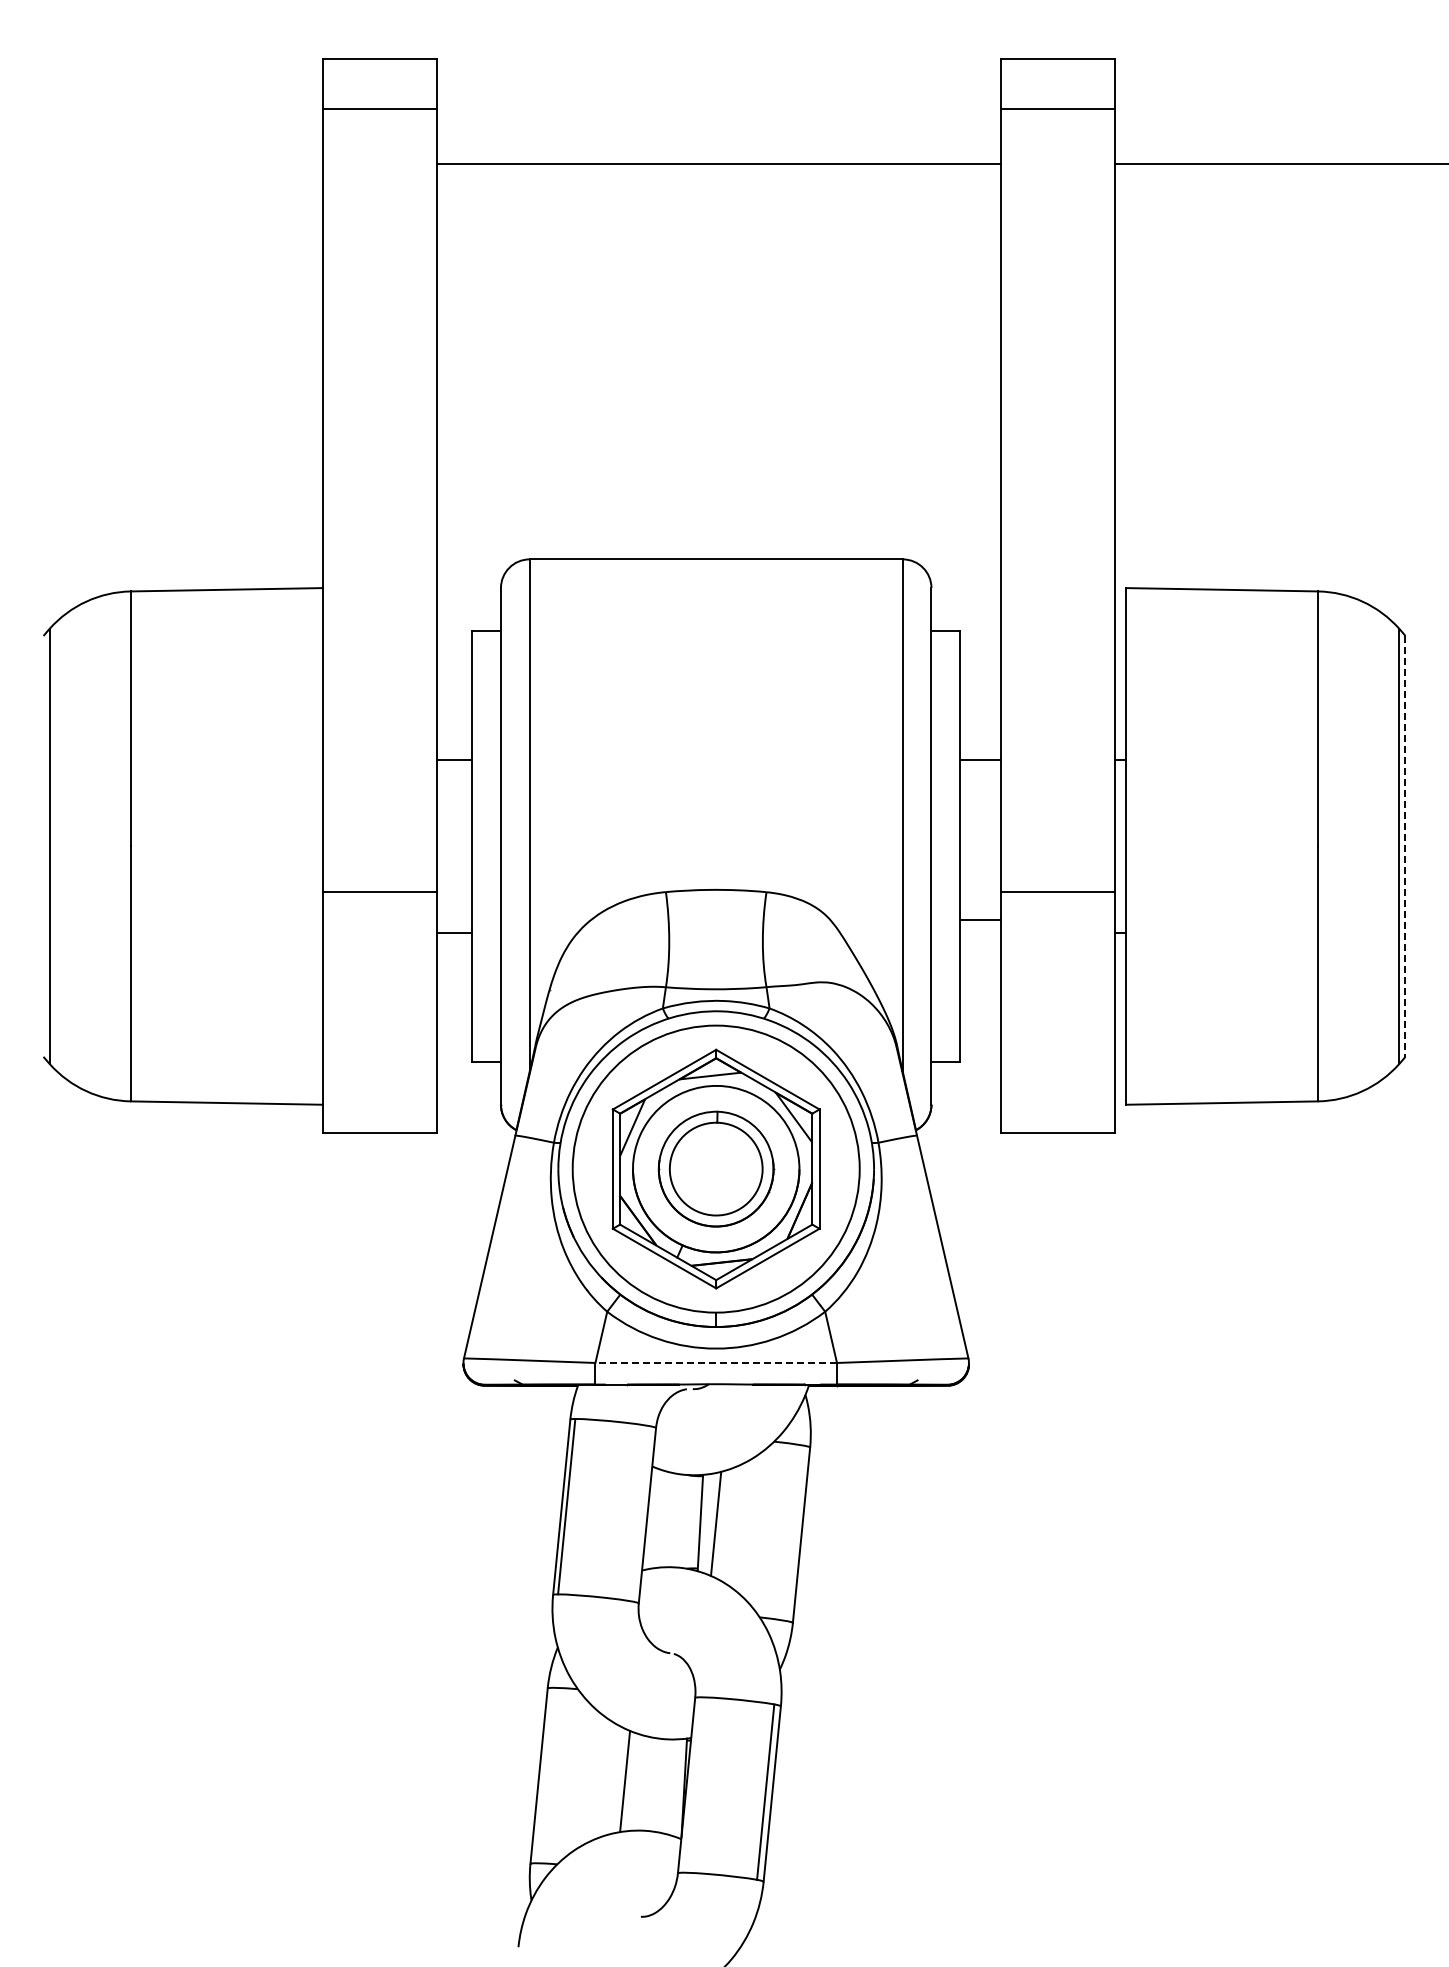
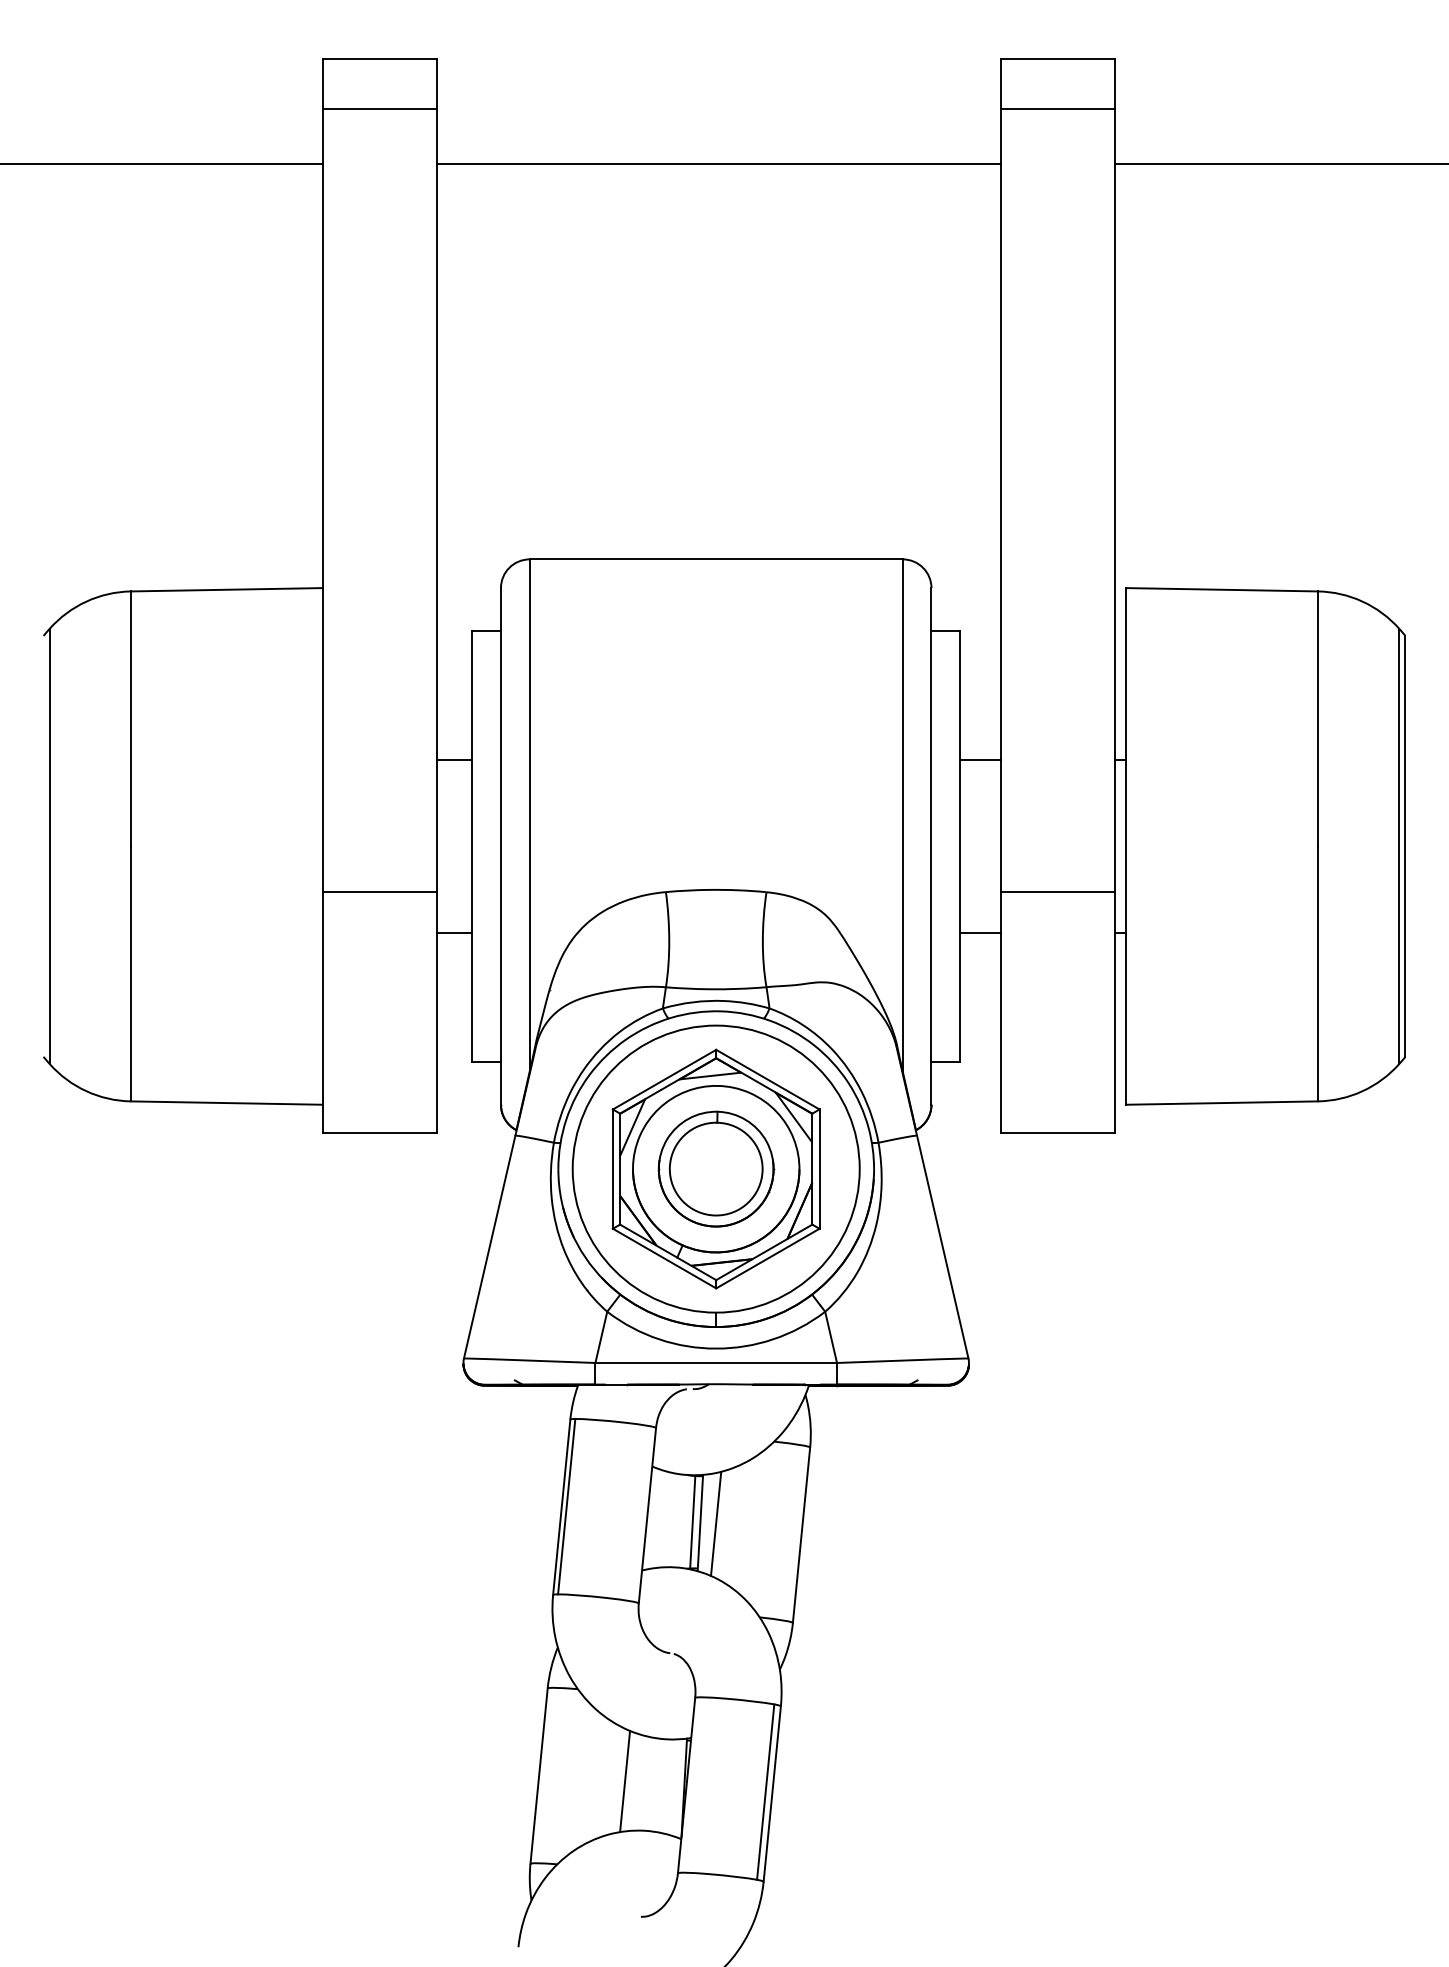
line at (162, 163): none -> present
line at (1405, 846): dashed -> solid
line at (980, 919) position: (980, 919) -> (980, 932)
line at (716, 1362): dashed -> solid
line at (692, 1522): none -> present
